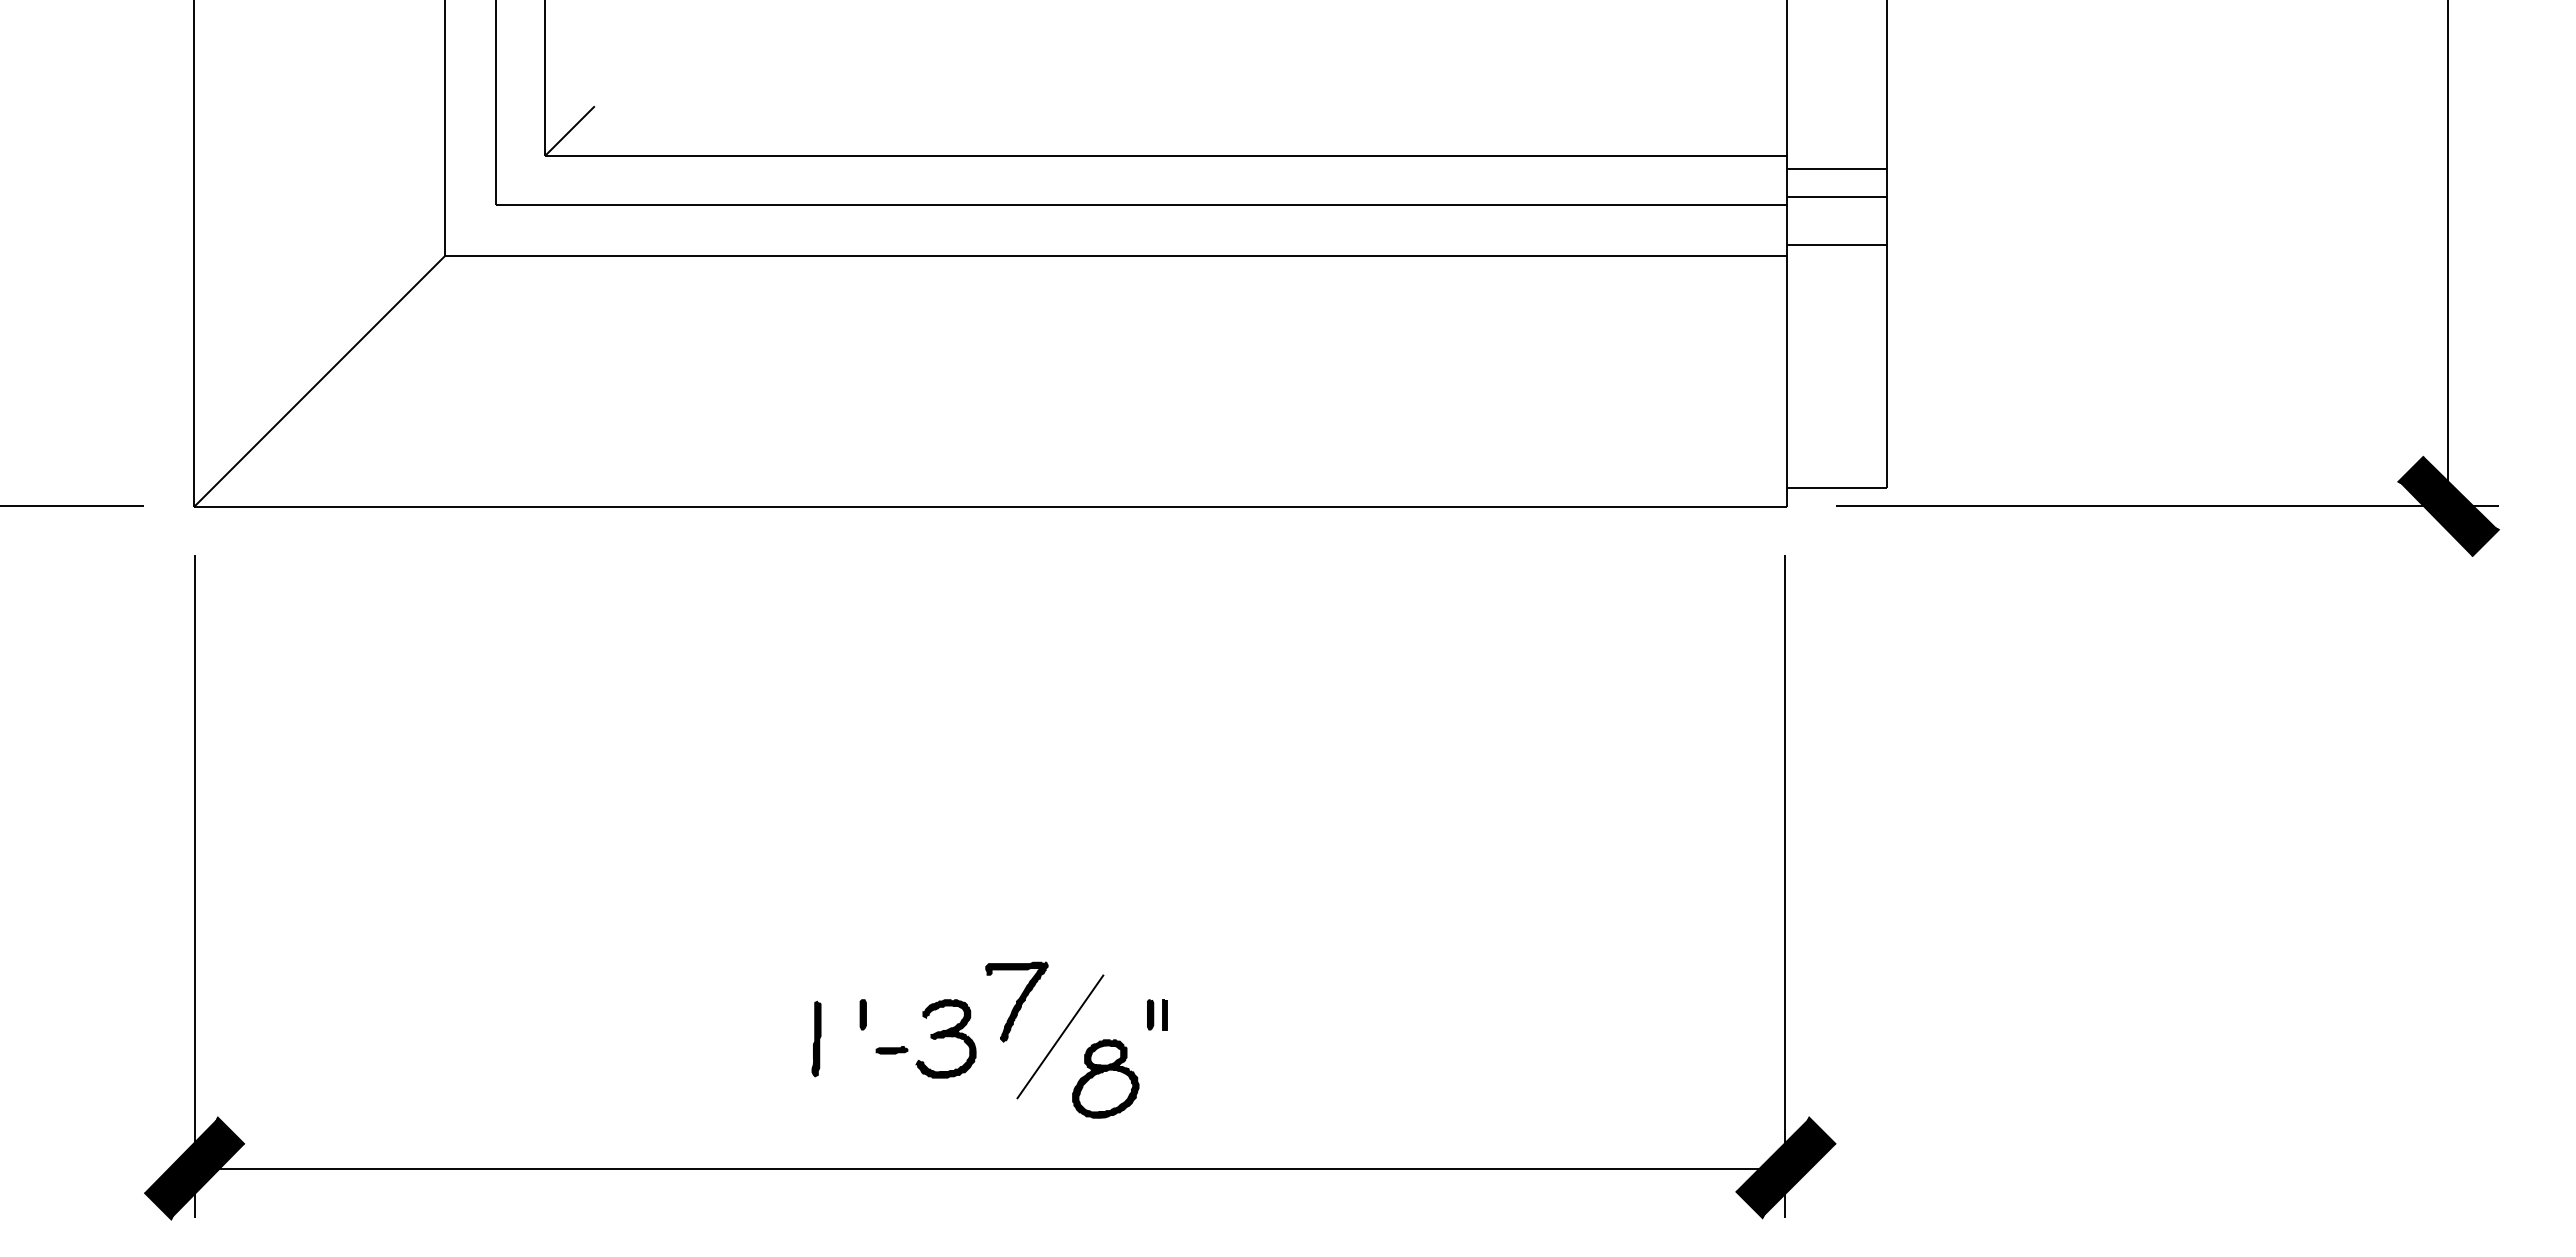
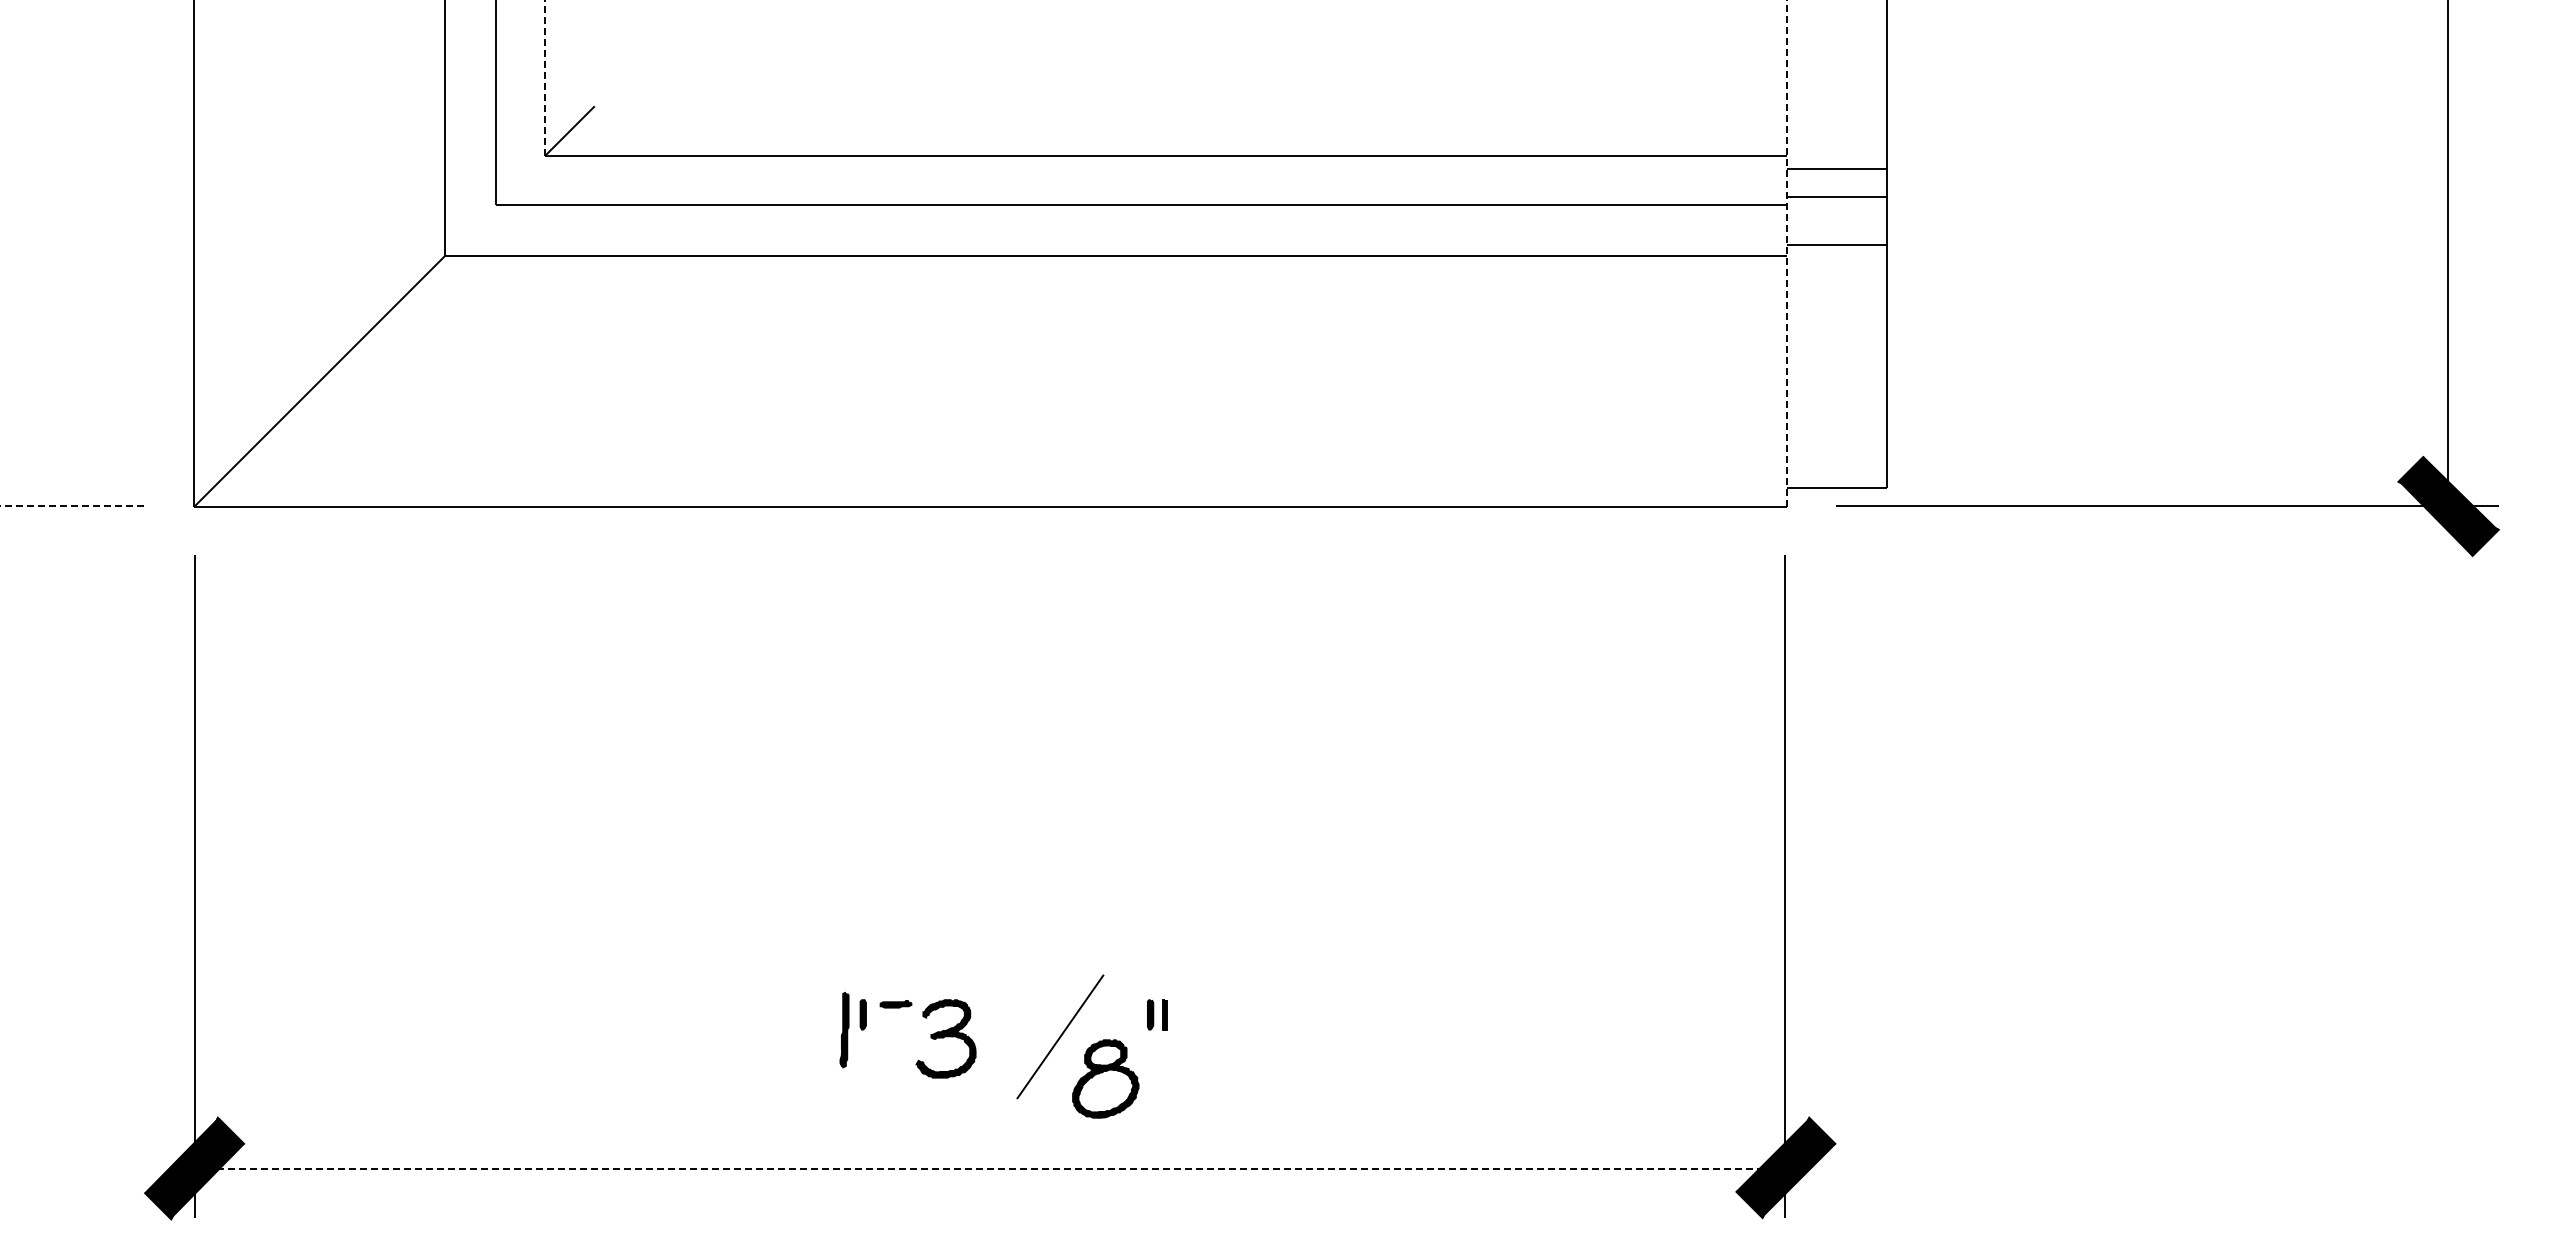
line at (545, 77): solid -> dashed
line at (1786, 254): solid -> dashed
line at (72, 505): solid -> dashed
part at (1016, 1001): present -> none
part at (816, 1038) position: (816, 1038) -> (844, 1029)
part at (891, 1050) position: (891, 1050) -> (895, 1004)
line at (990, 1168): solid -> dashed
